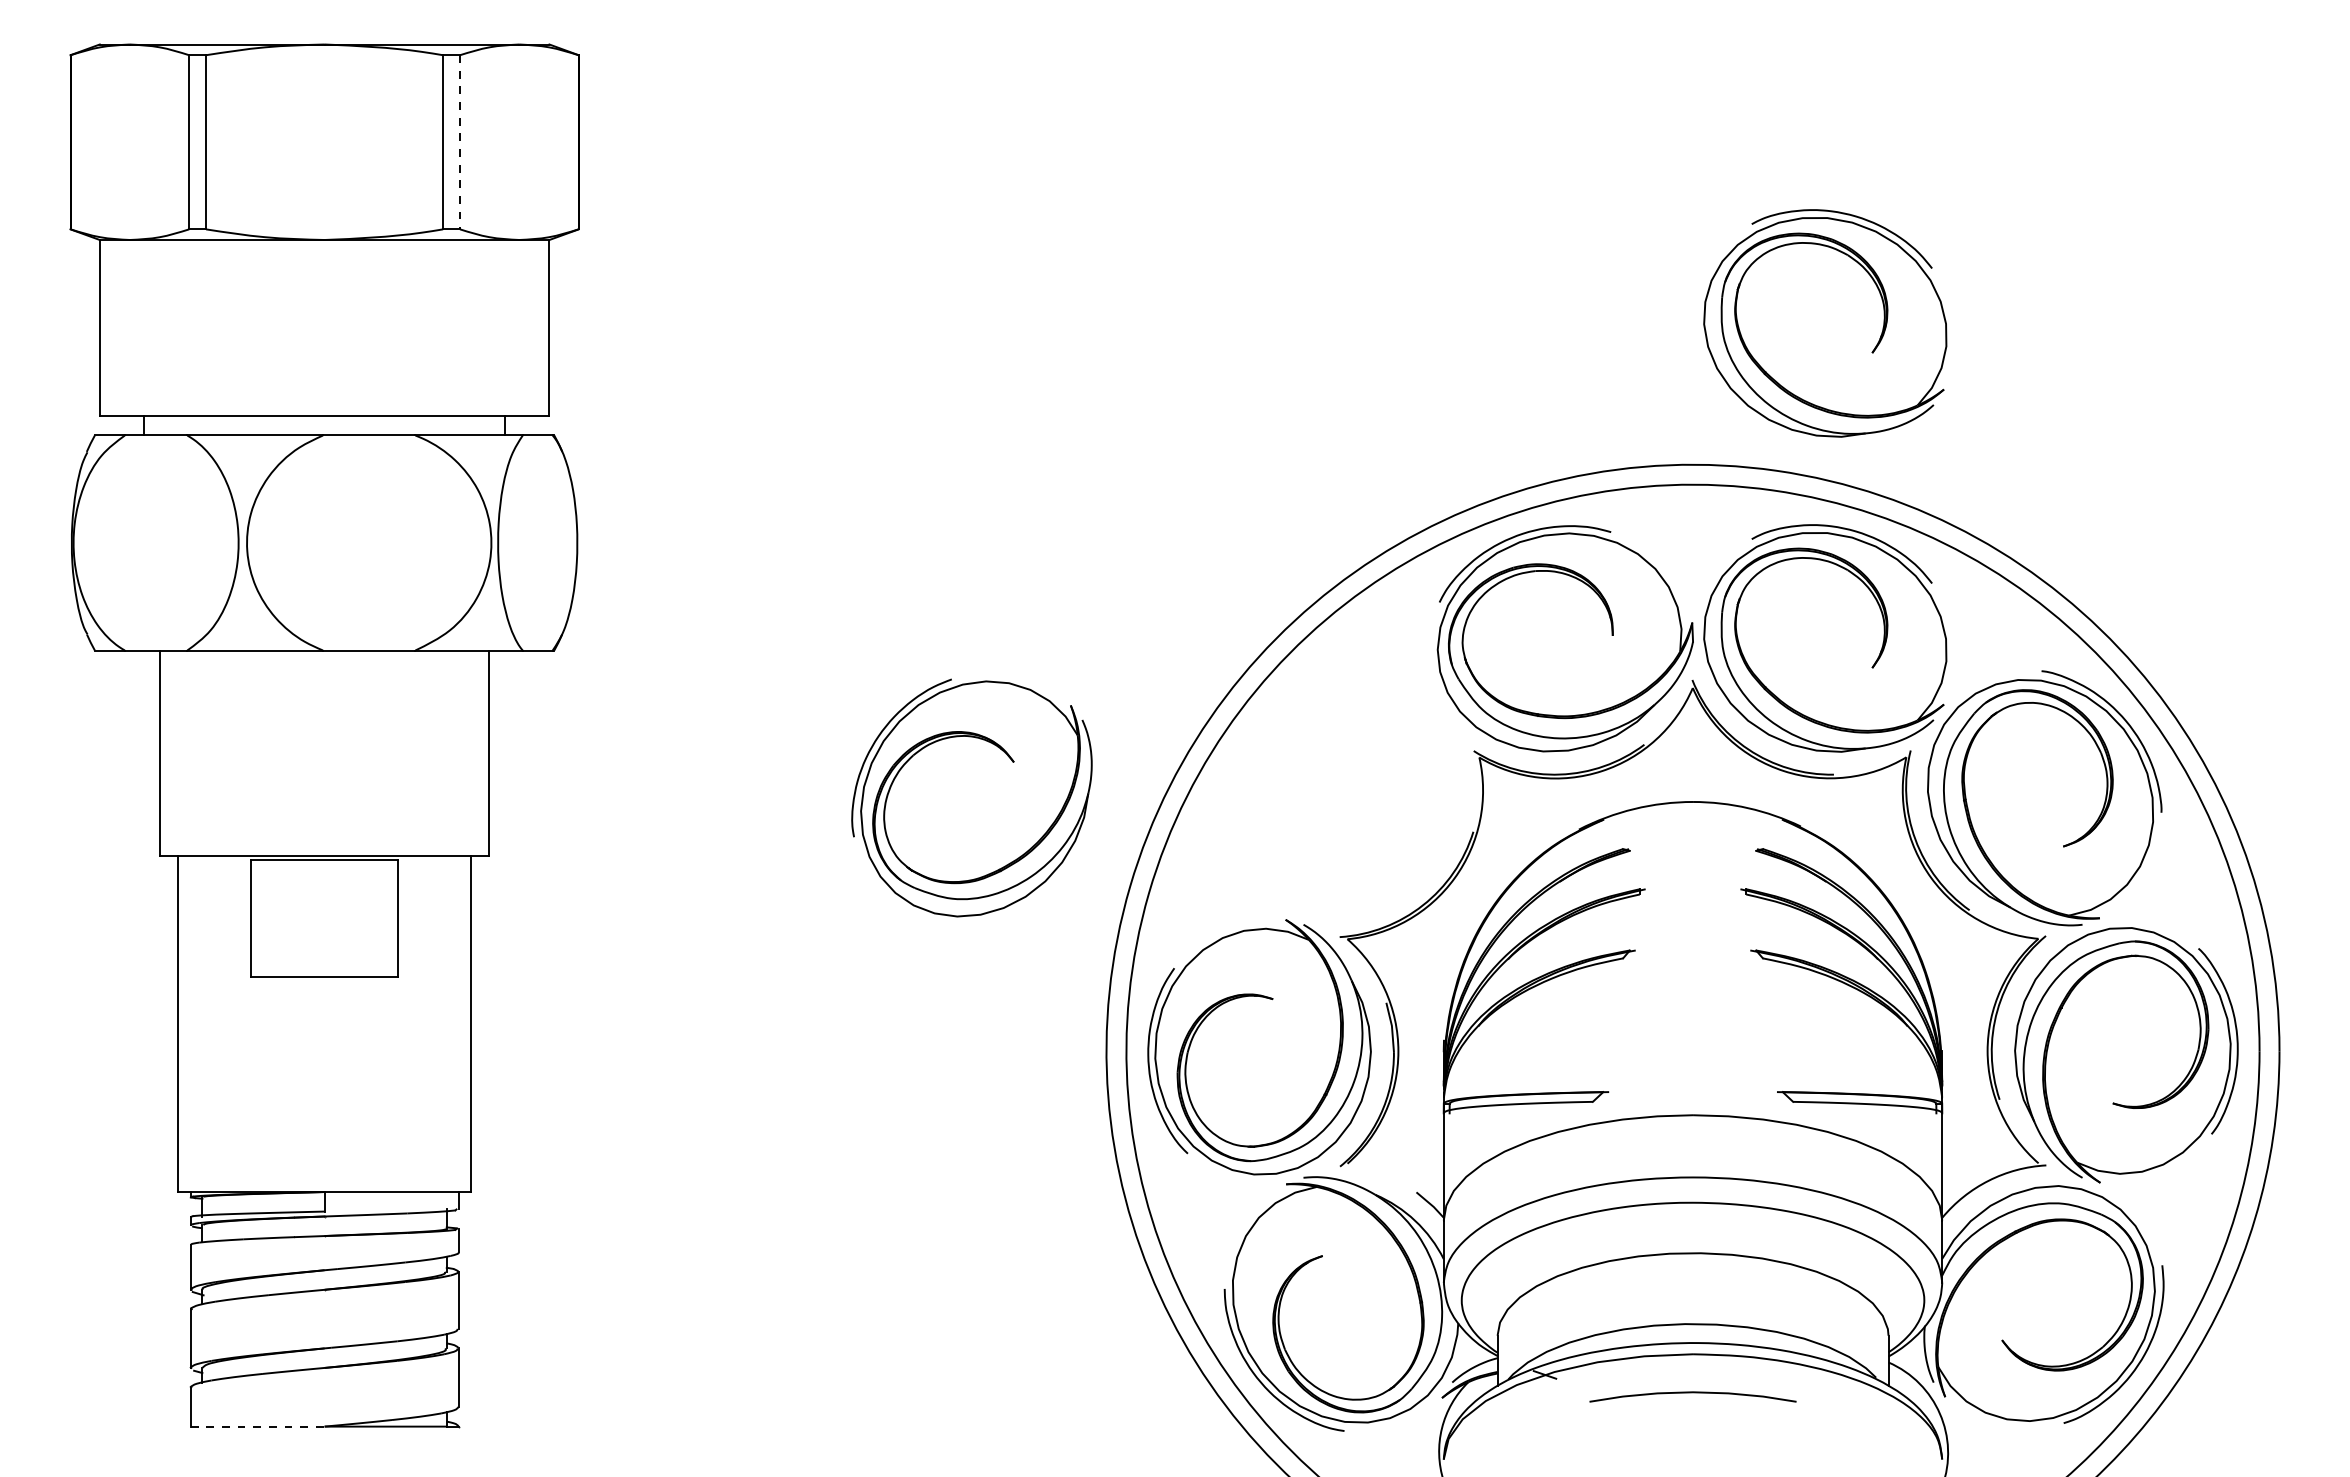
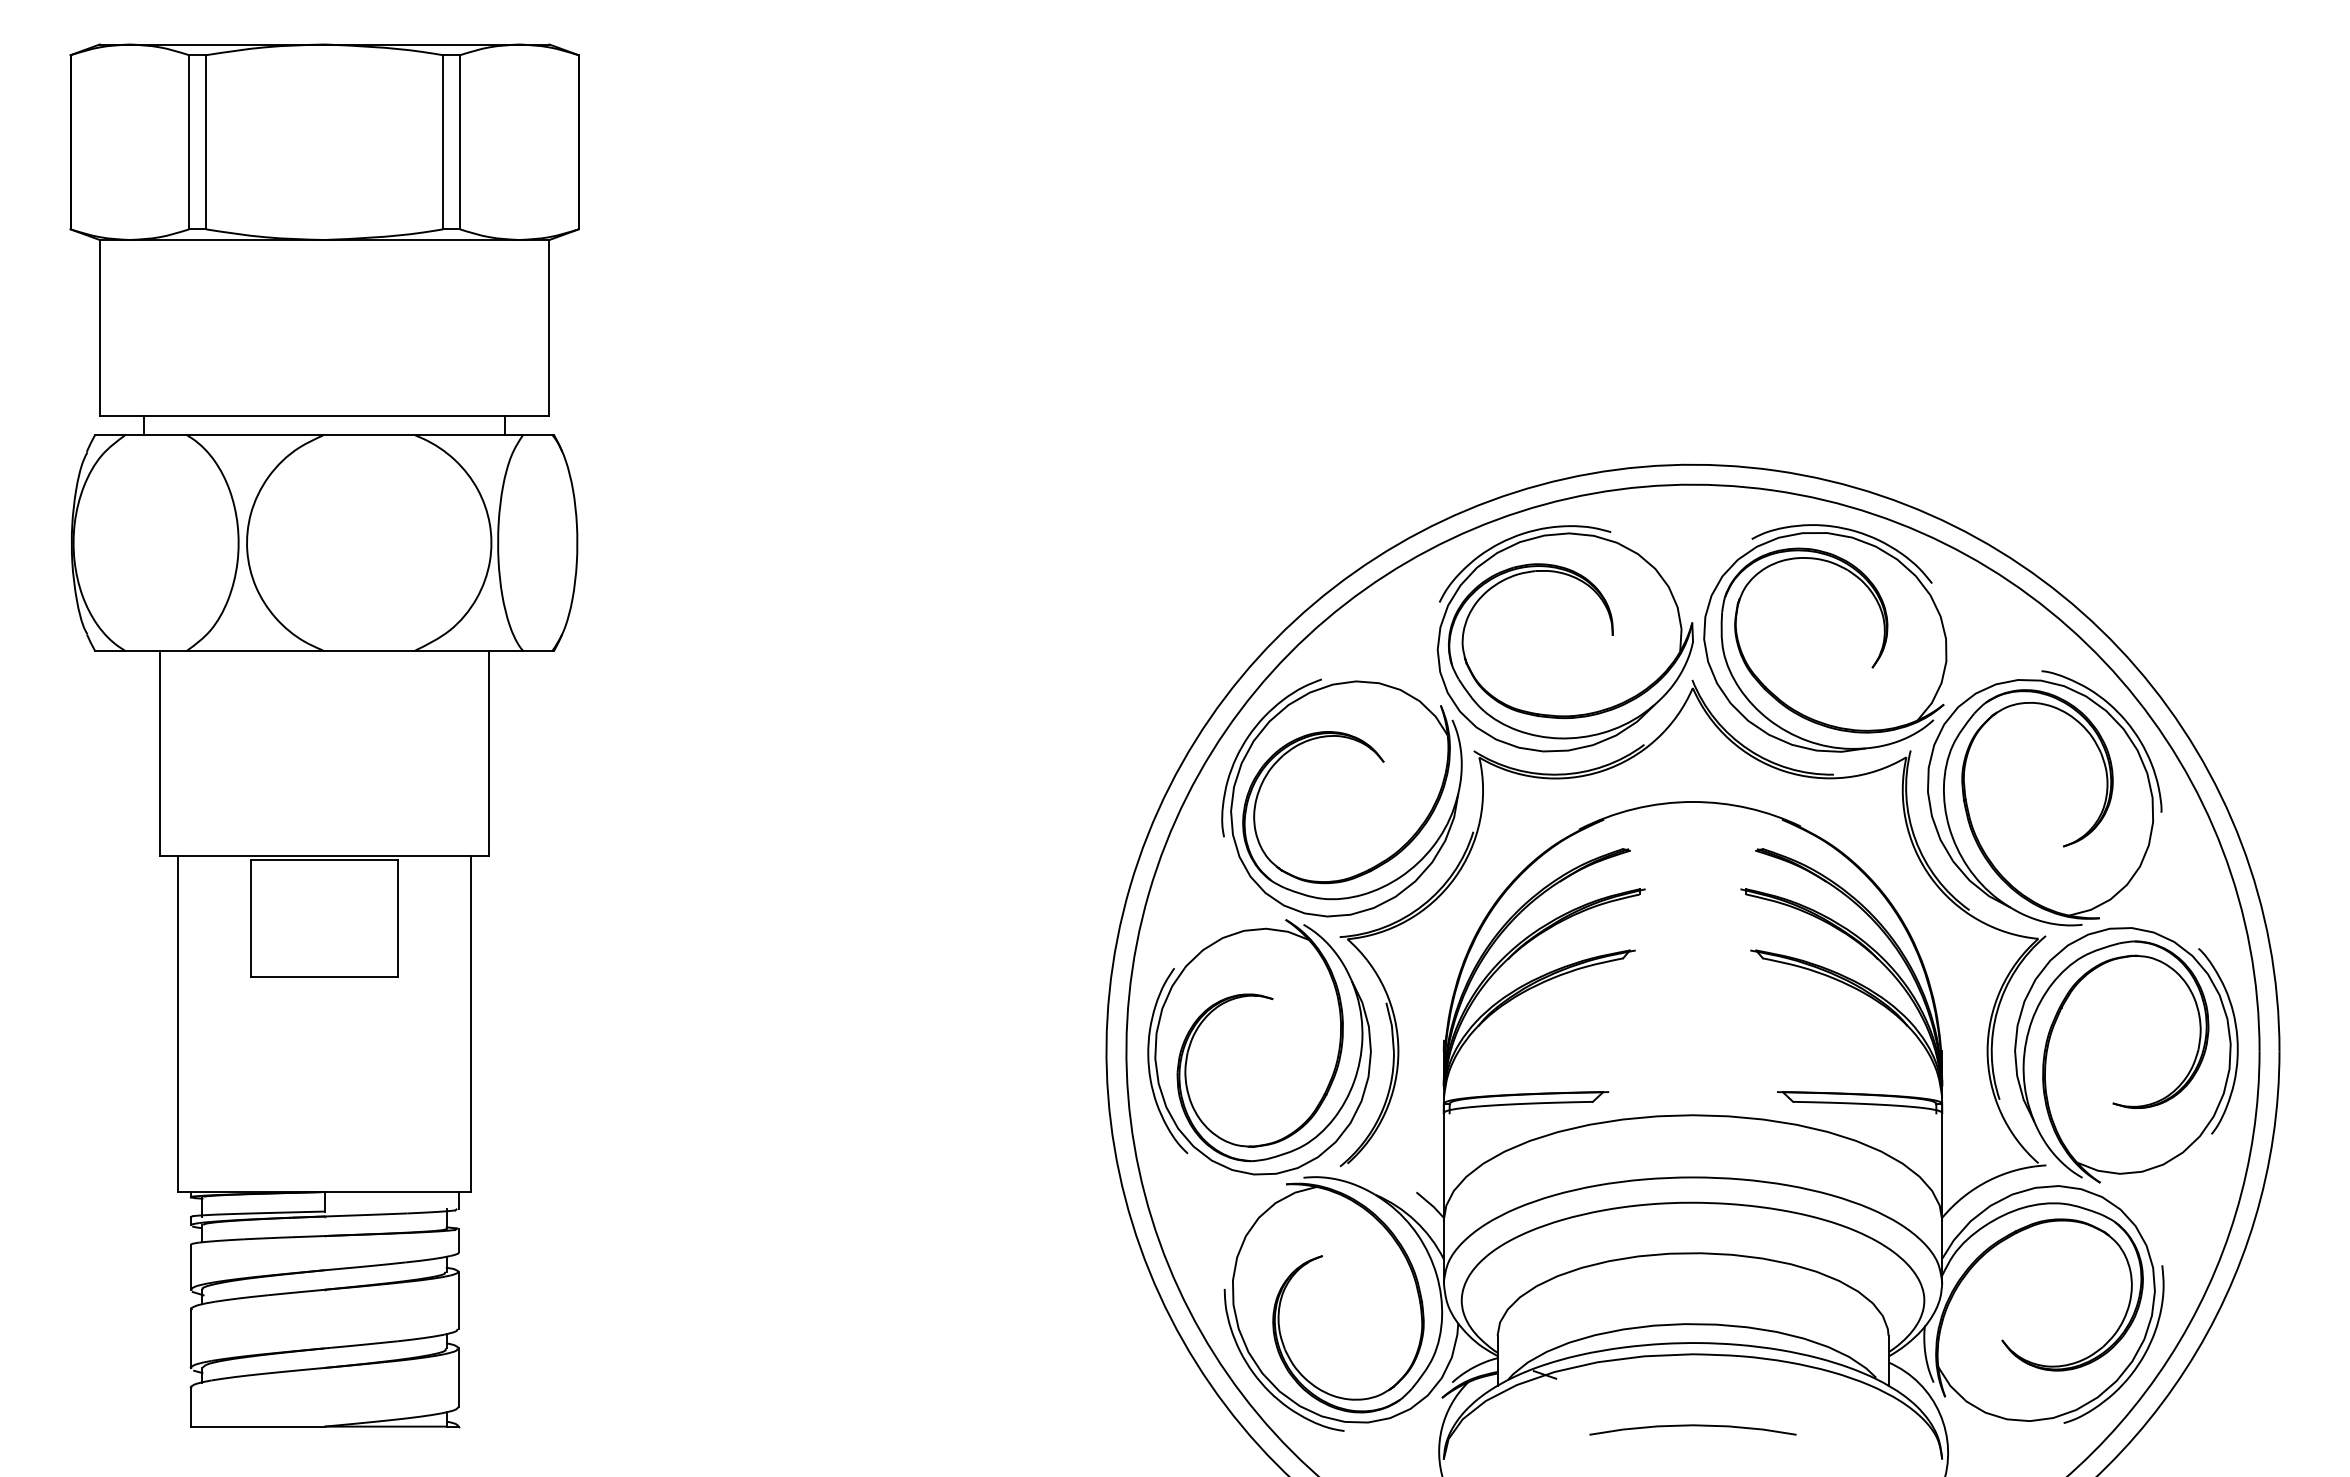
line at (460, 142): dashed -> solid
part at (1825, 323): present -> none
part at (971, 797) position: (971, 797) -> (1341, 797)
curve at (1692, 1393) position: (1692, 1393) -> (1692, 1426)
line at (257, 1426): dashed -> solid
